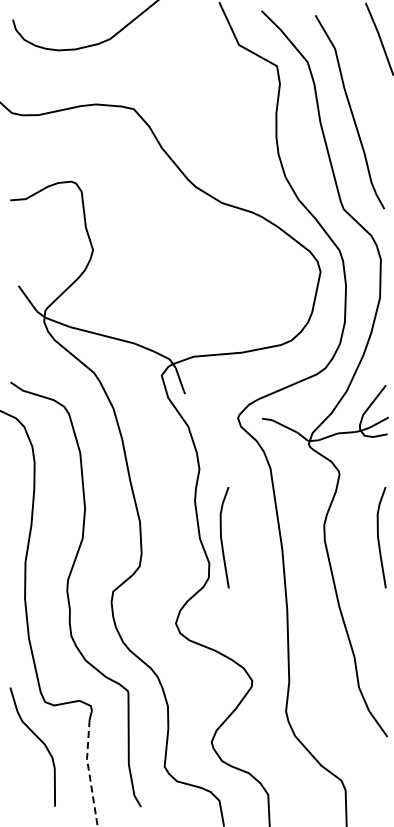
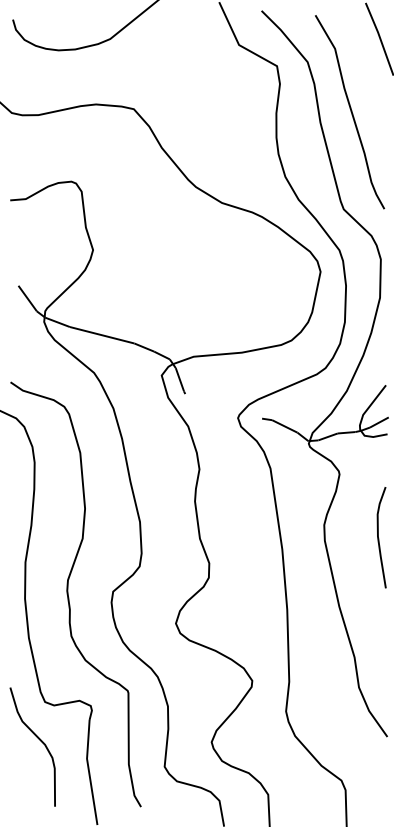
curve at (222, 538): present -> none
line at (89, 772): dashed -> solid
